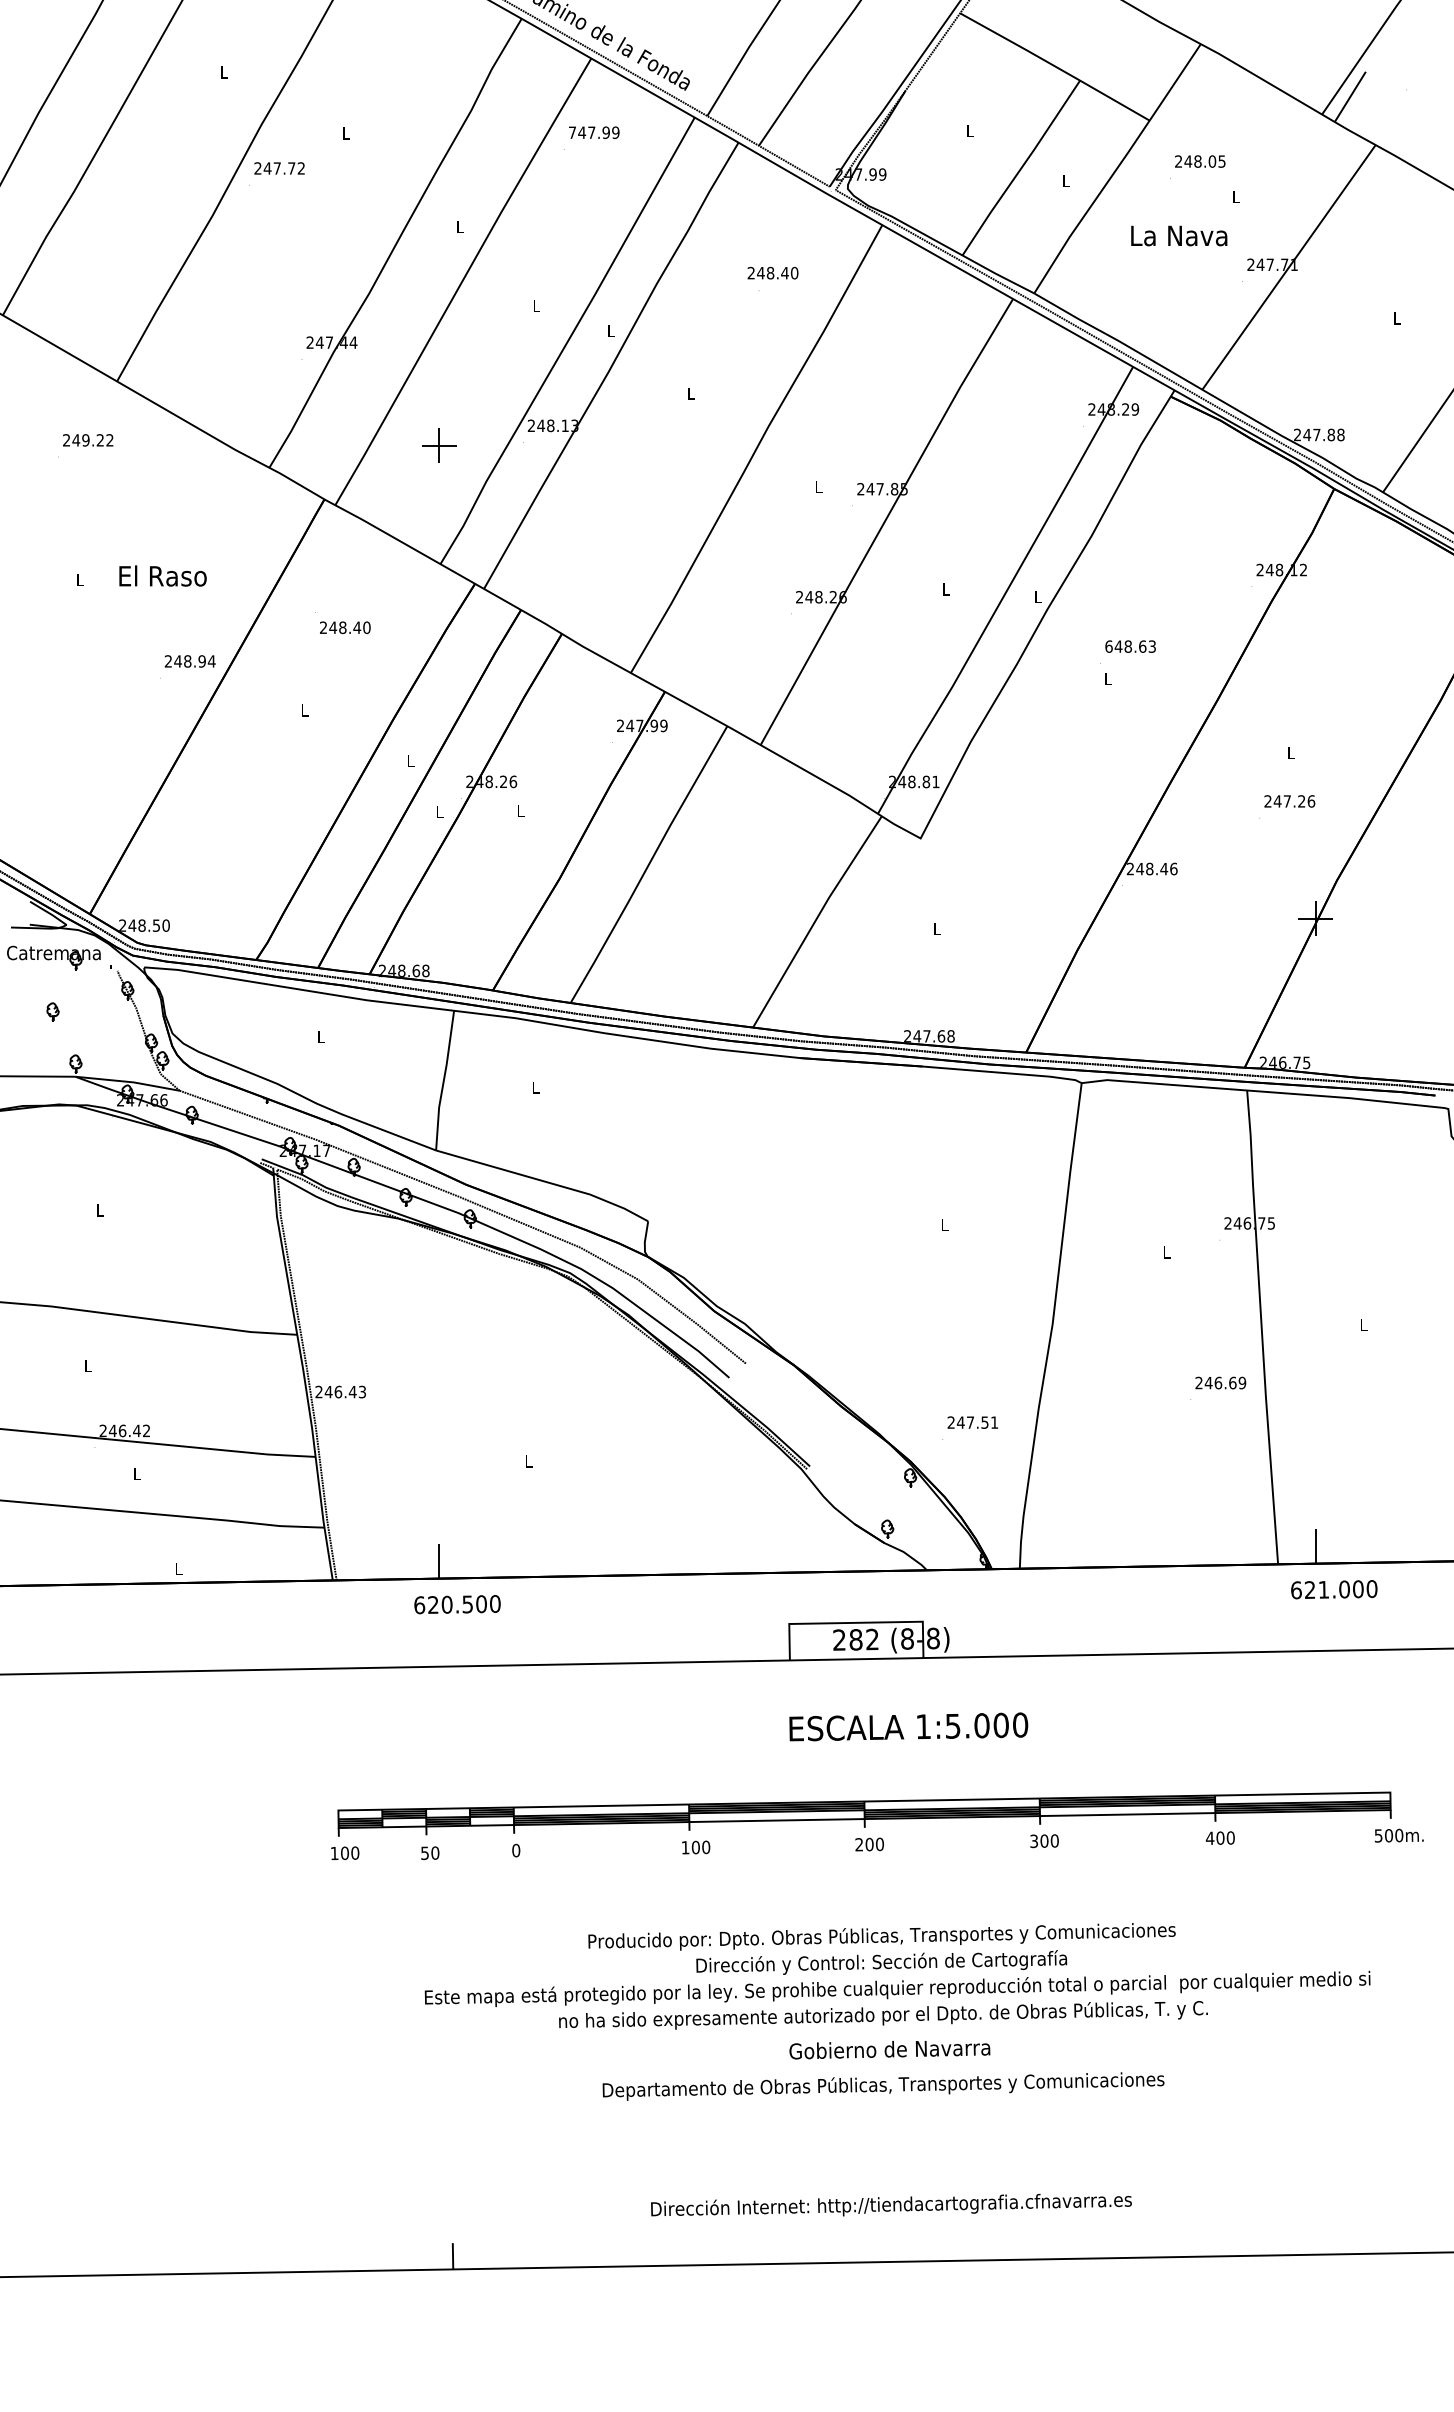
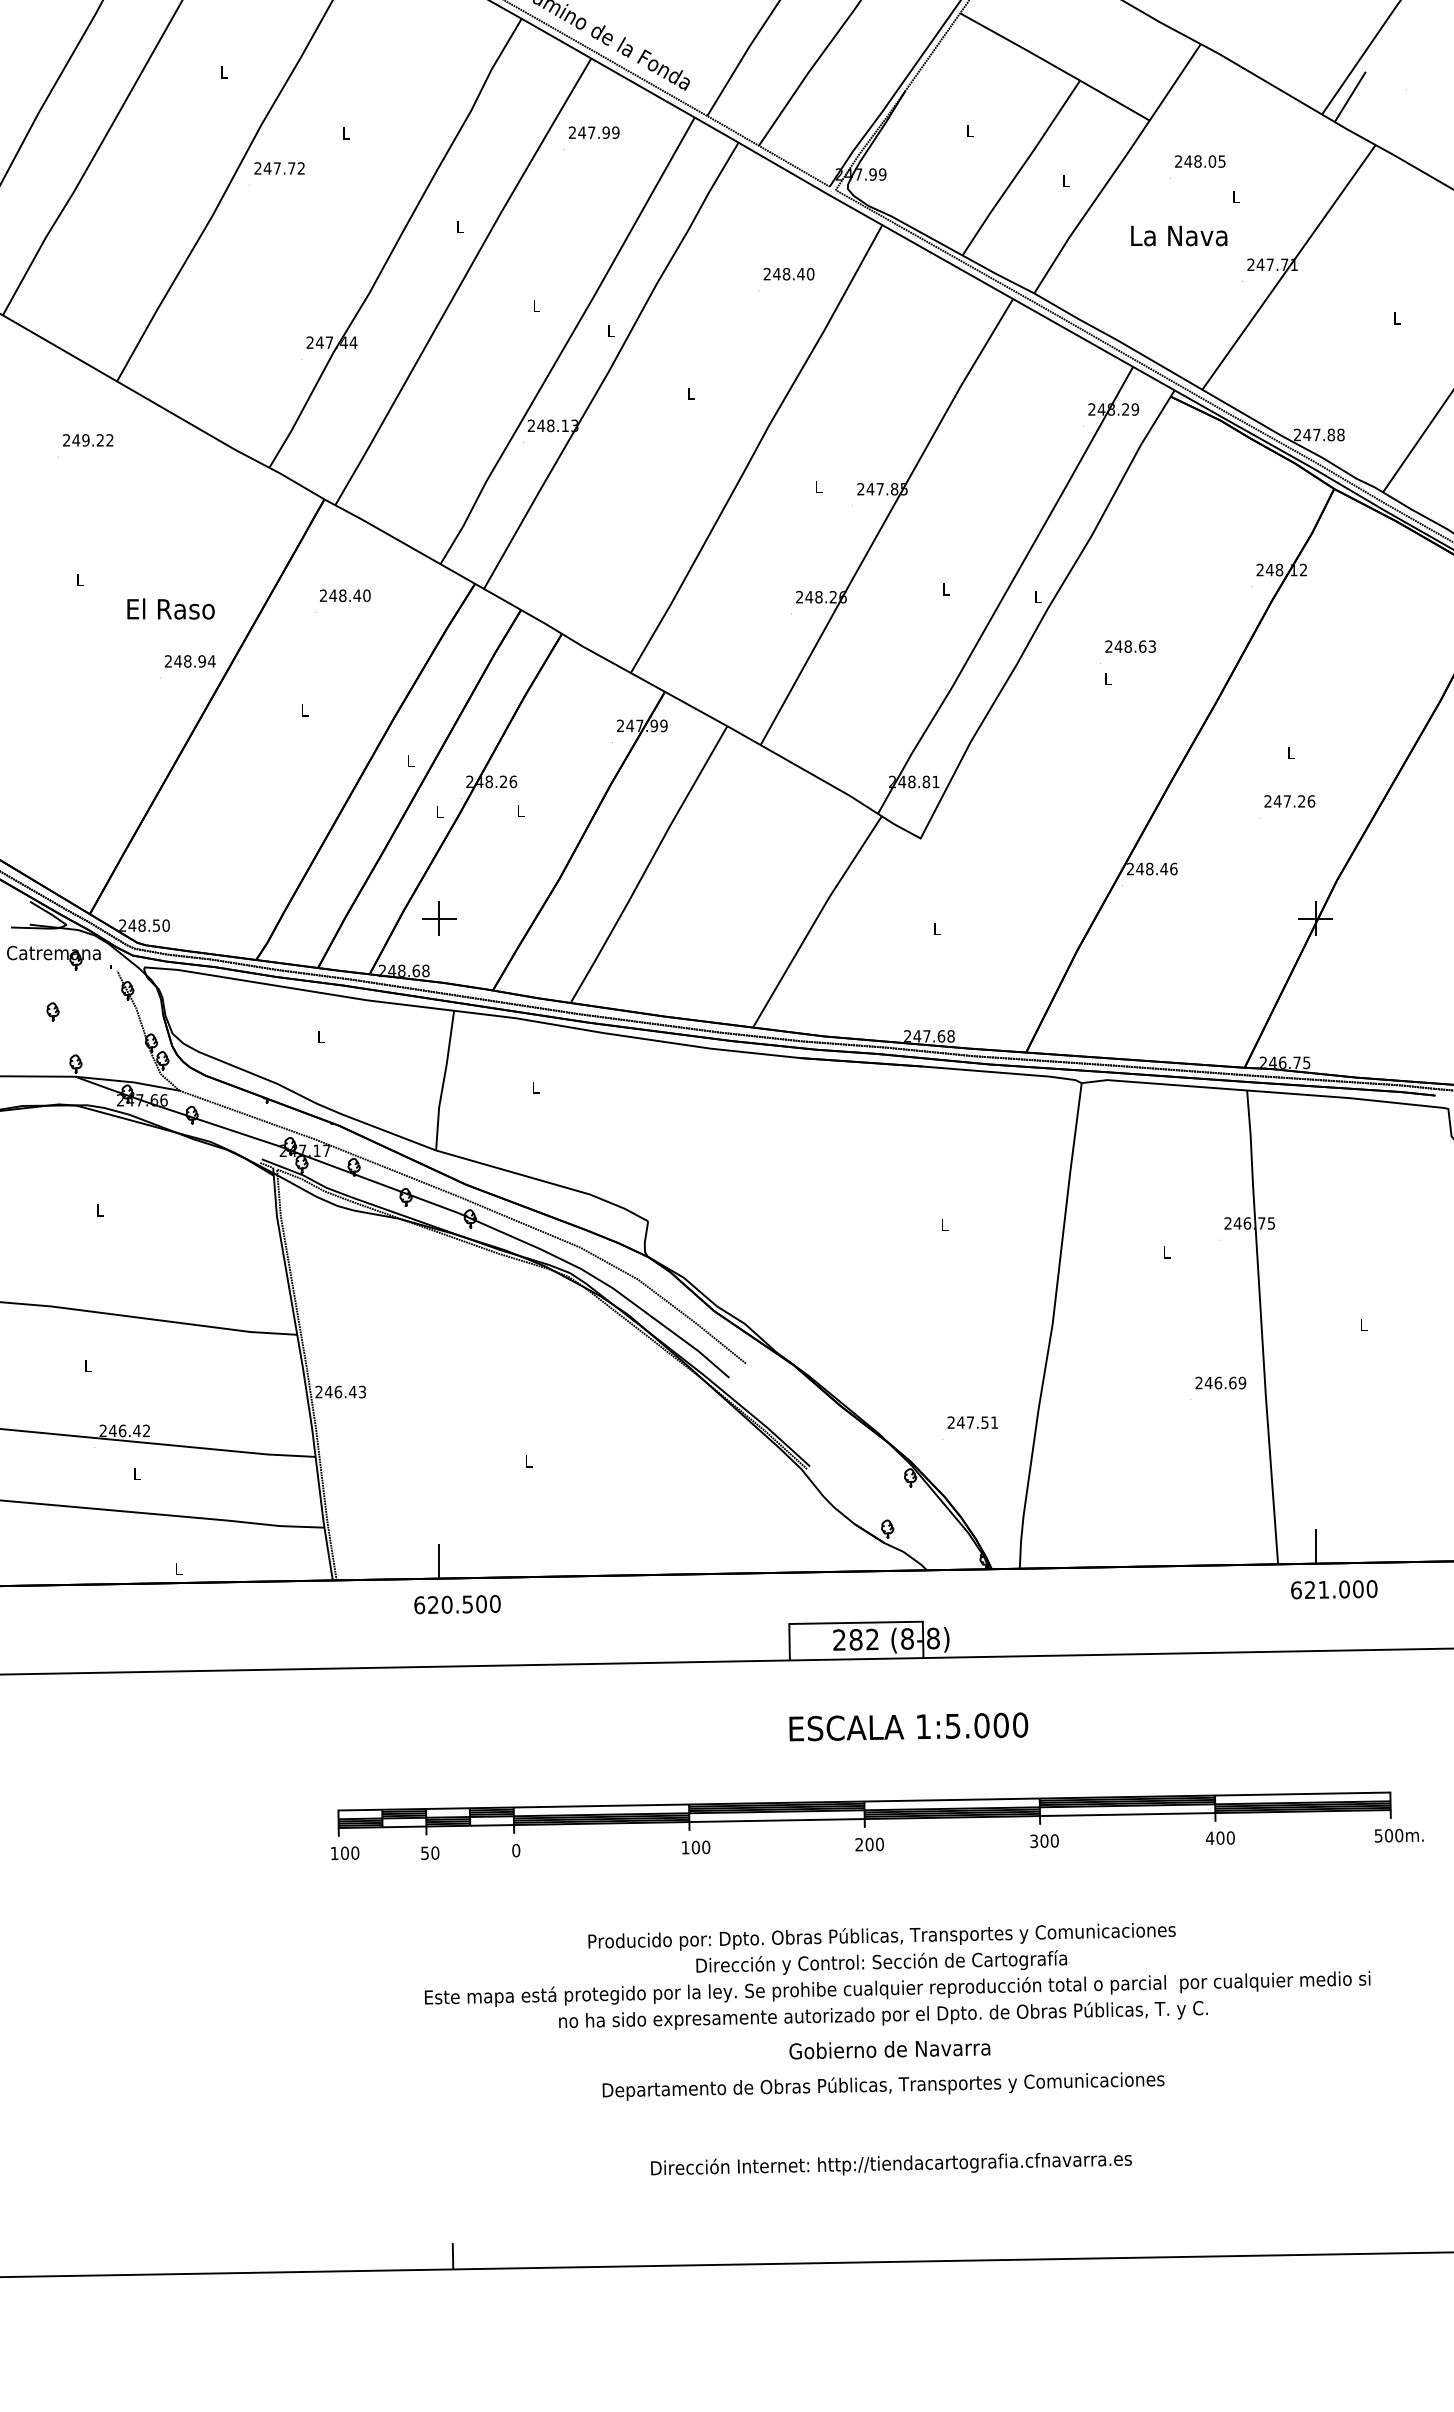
text at (571, 132): 747.99 -> 247.99
text at (772, 272) position: (772, 272) -> (788, 273)
part at (439, 445) position: (439, 445) -> (439, 918)
text at (162, 575) position: (162, 575) -> (170, 608)
text at (345, 627) position: (345, 627) -> (345, 595)
text at (1108, 646): 648.63 -> 248.63
text at (891, 2204) position: (891, 2204) -> (891, 2163)
